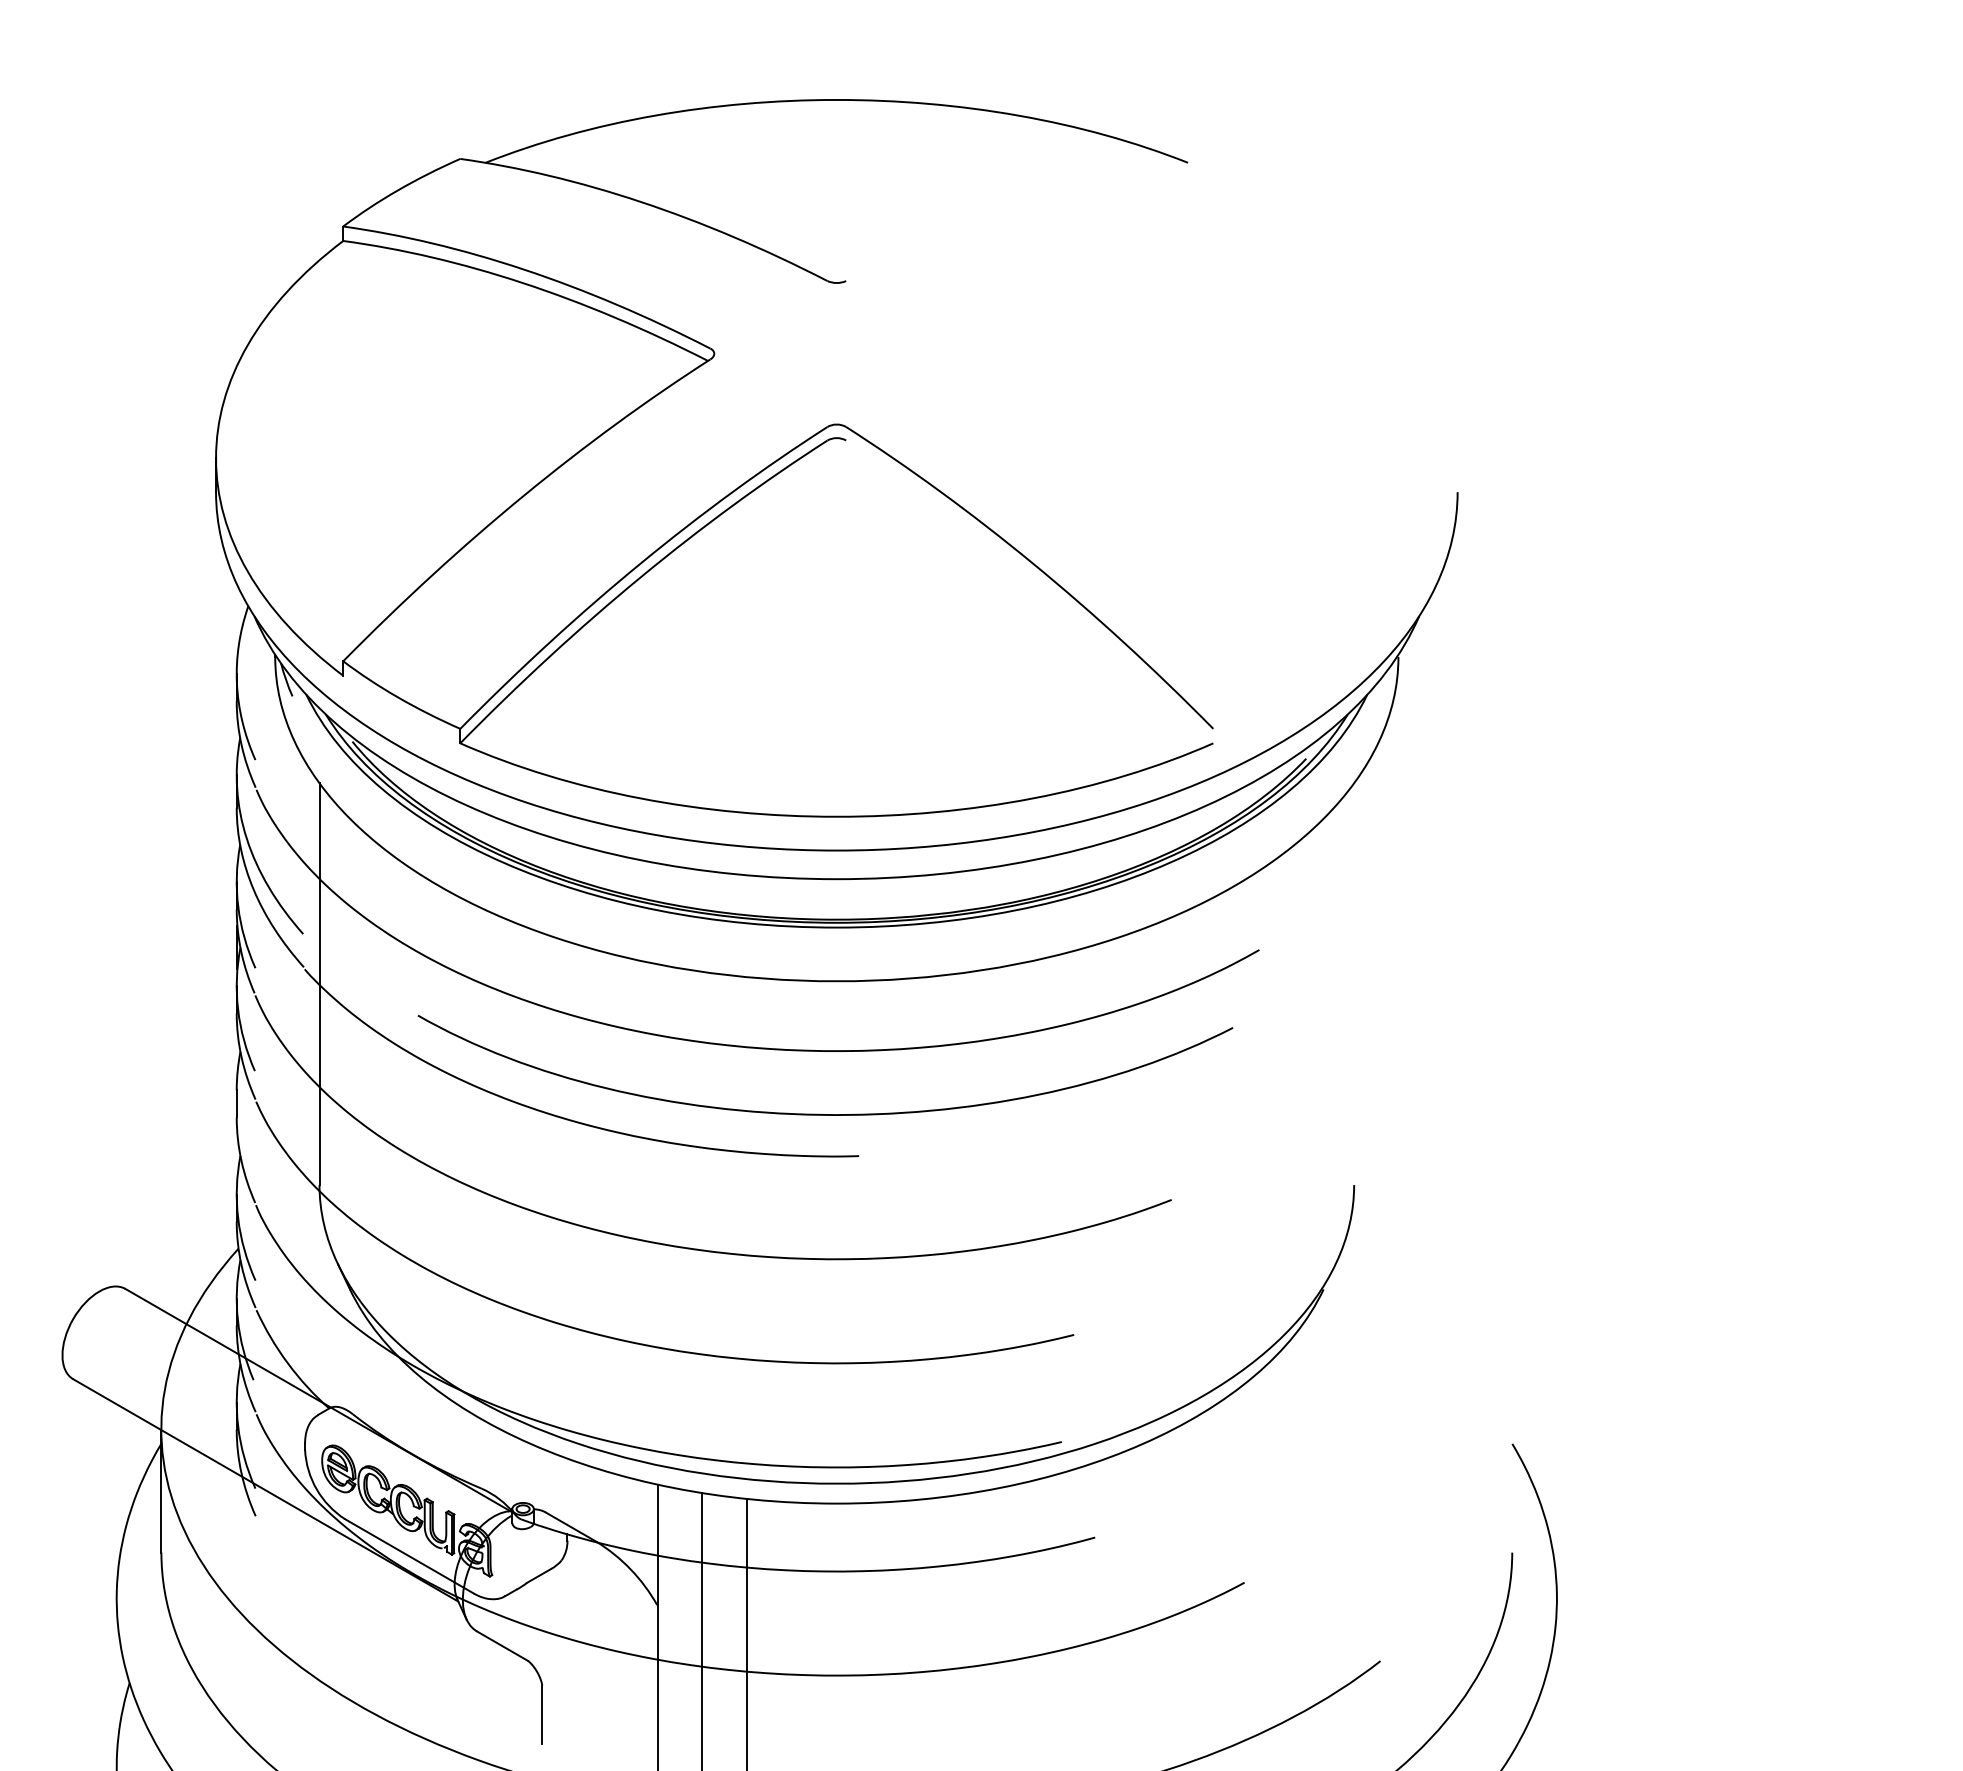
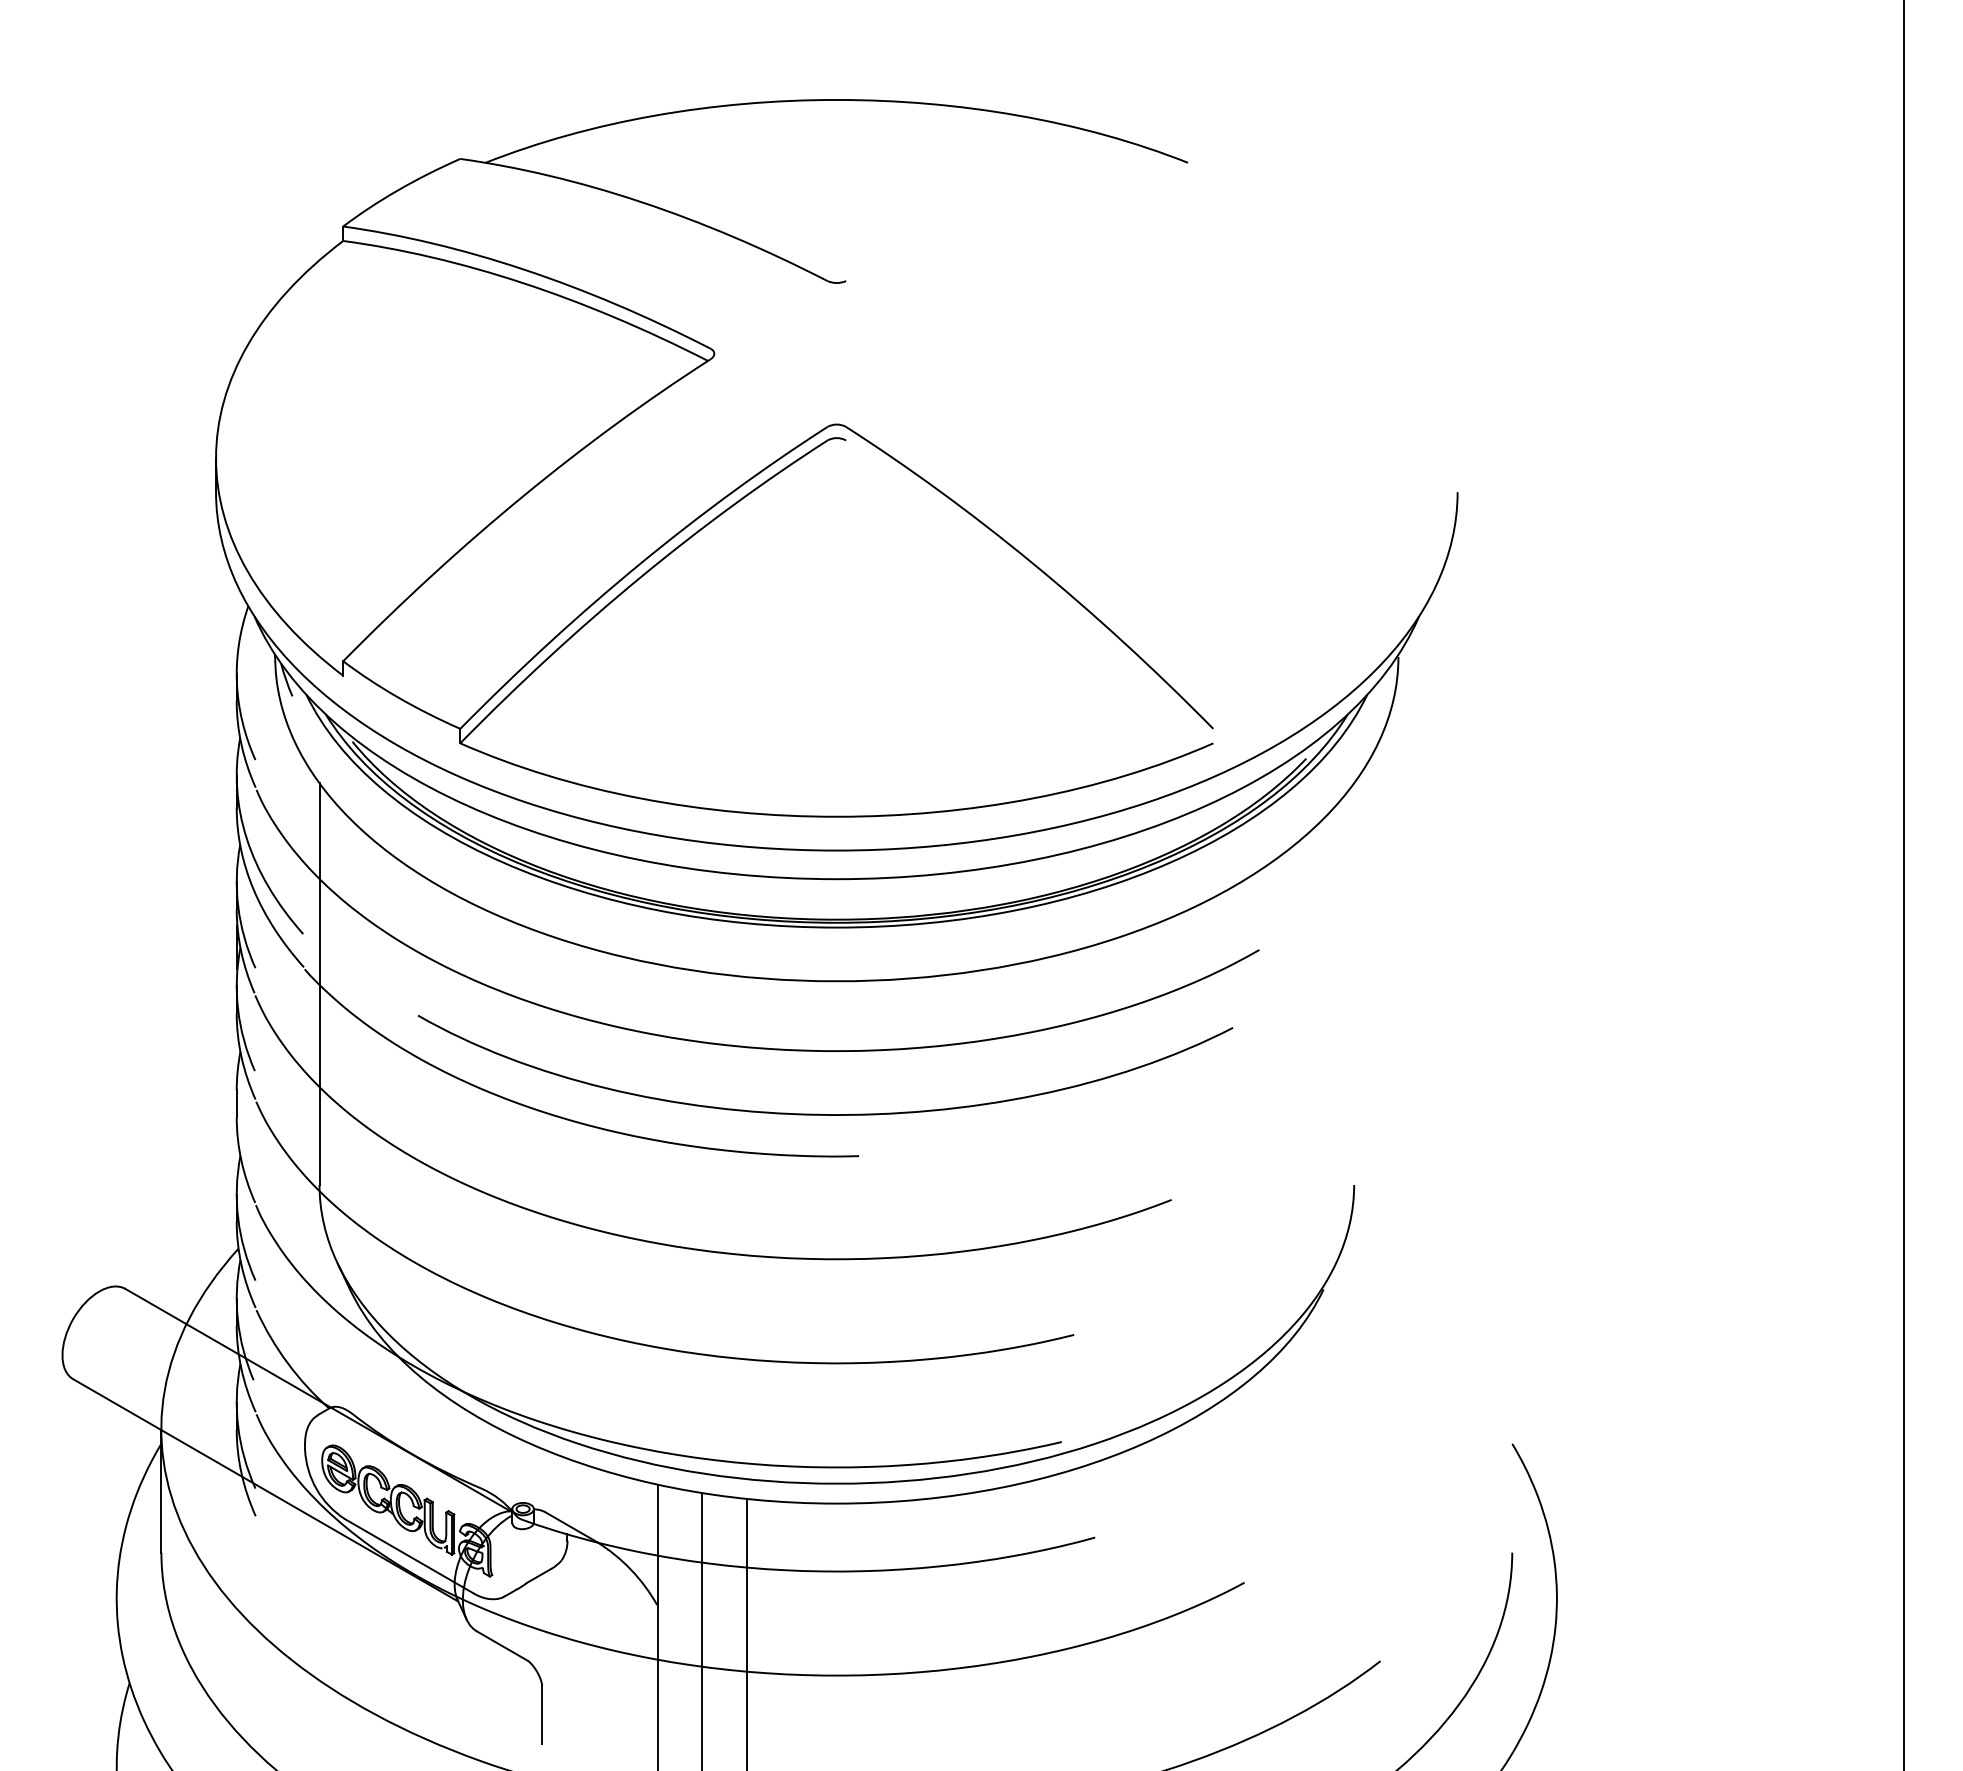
line at (1904, 884): none -> present
